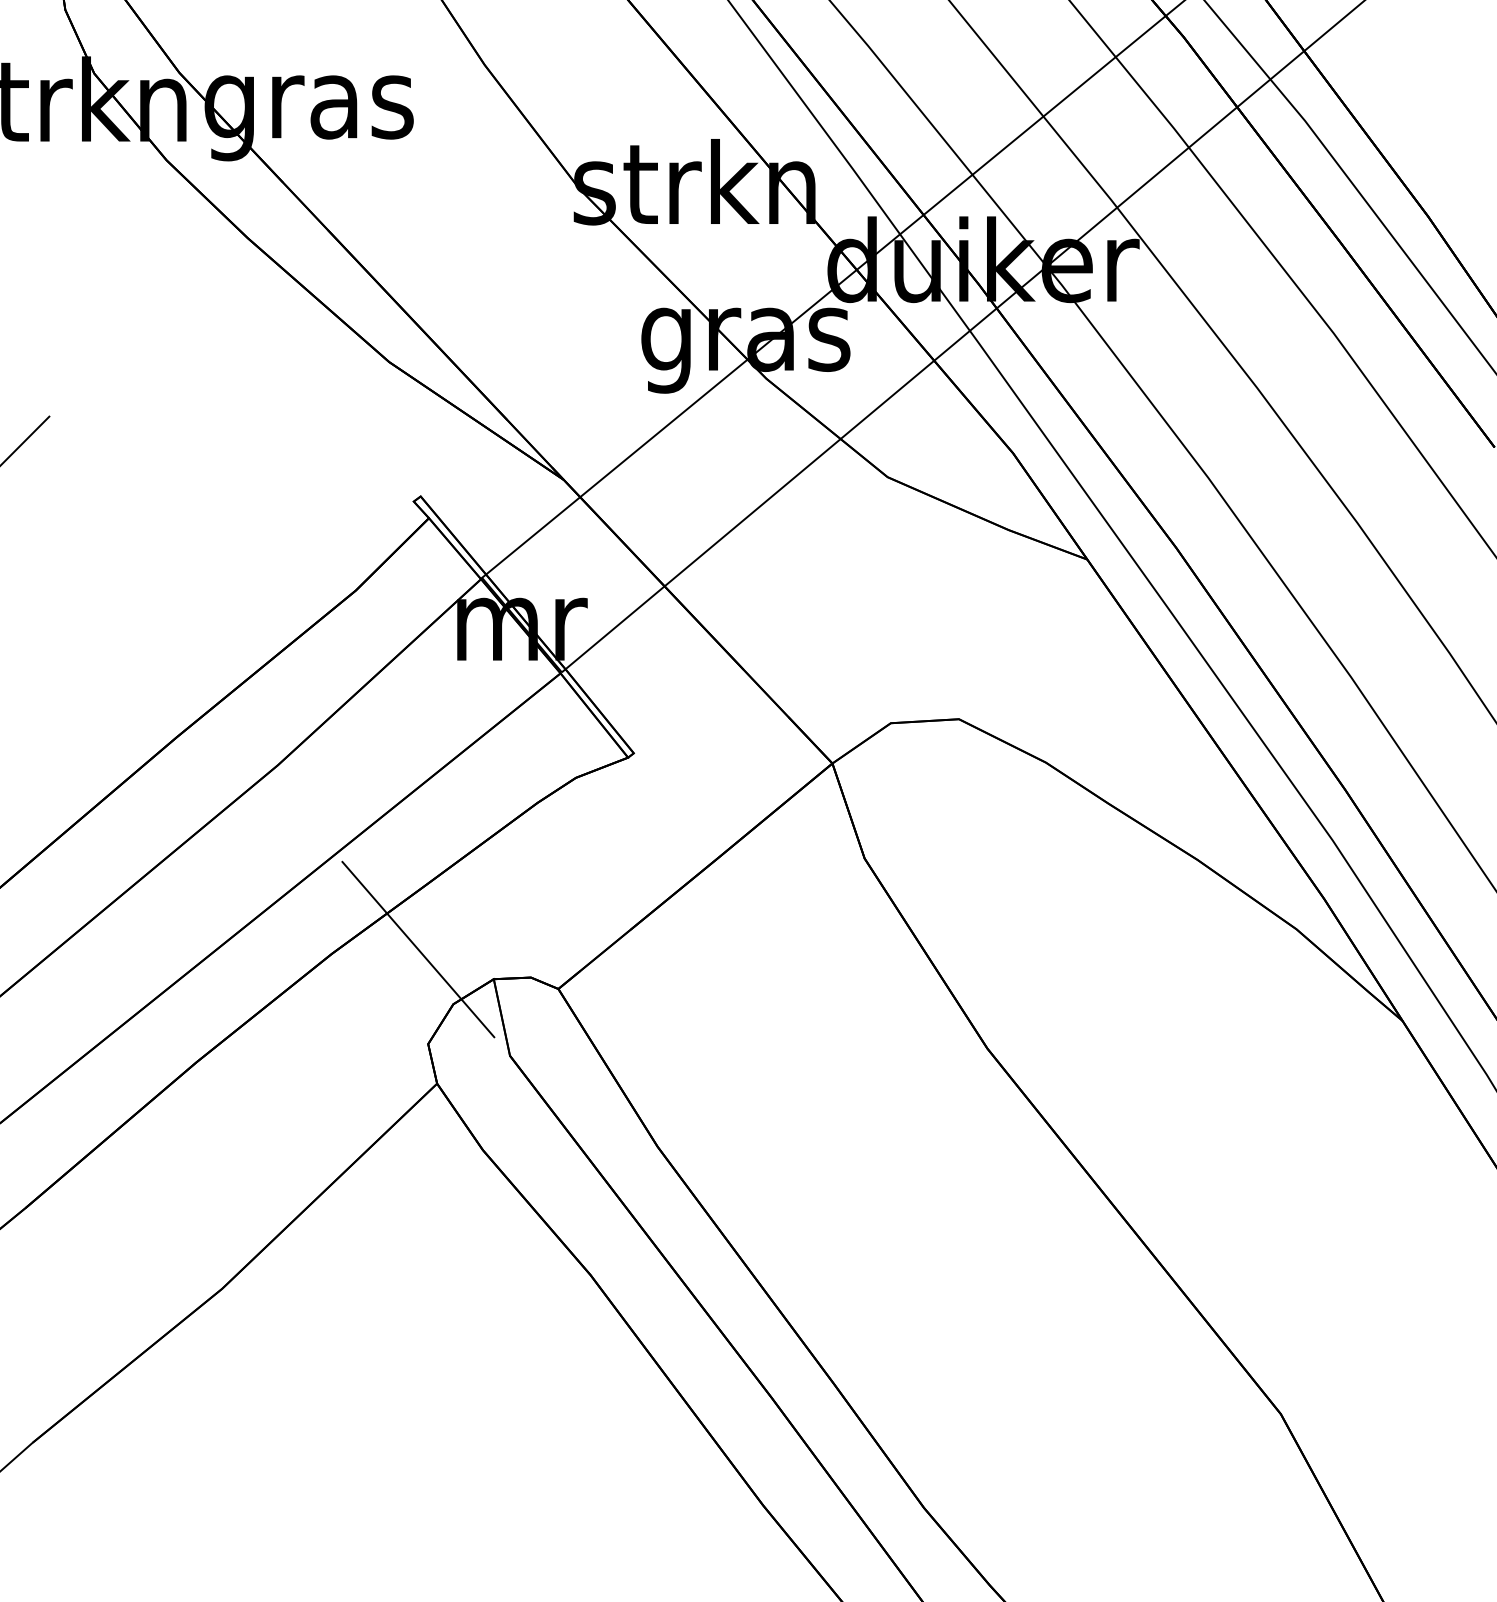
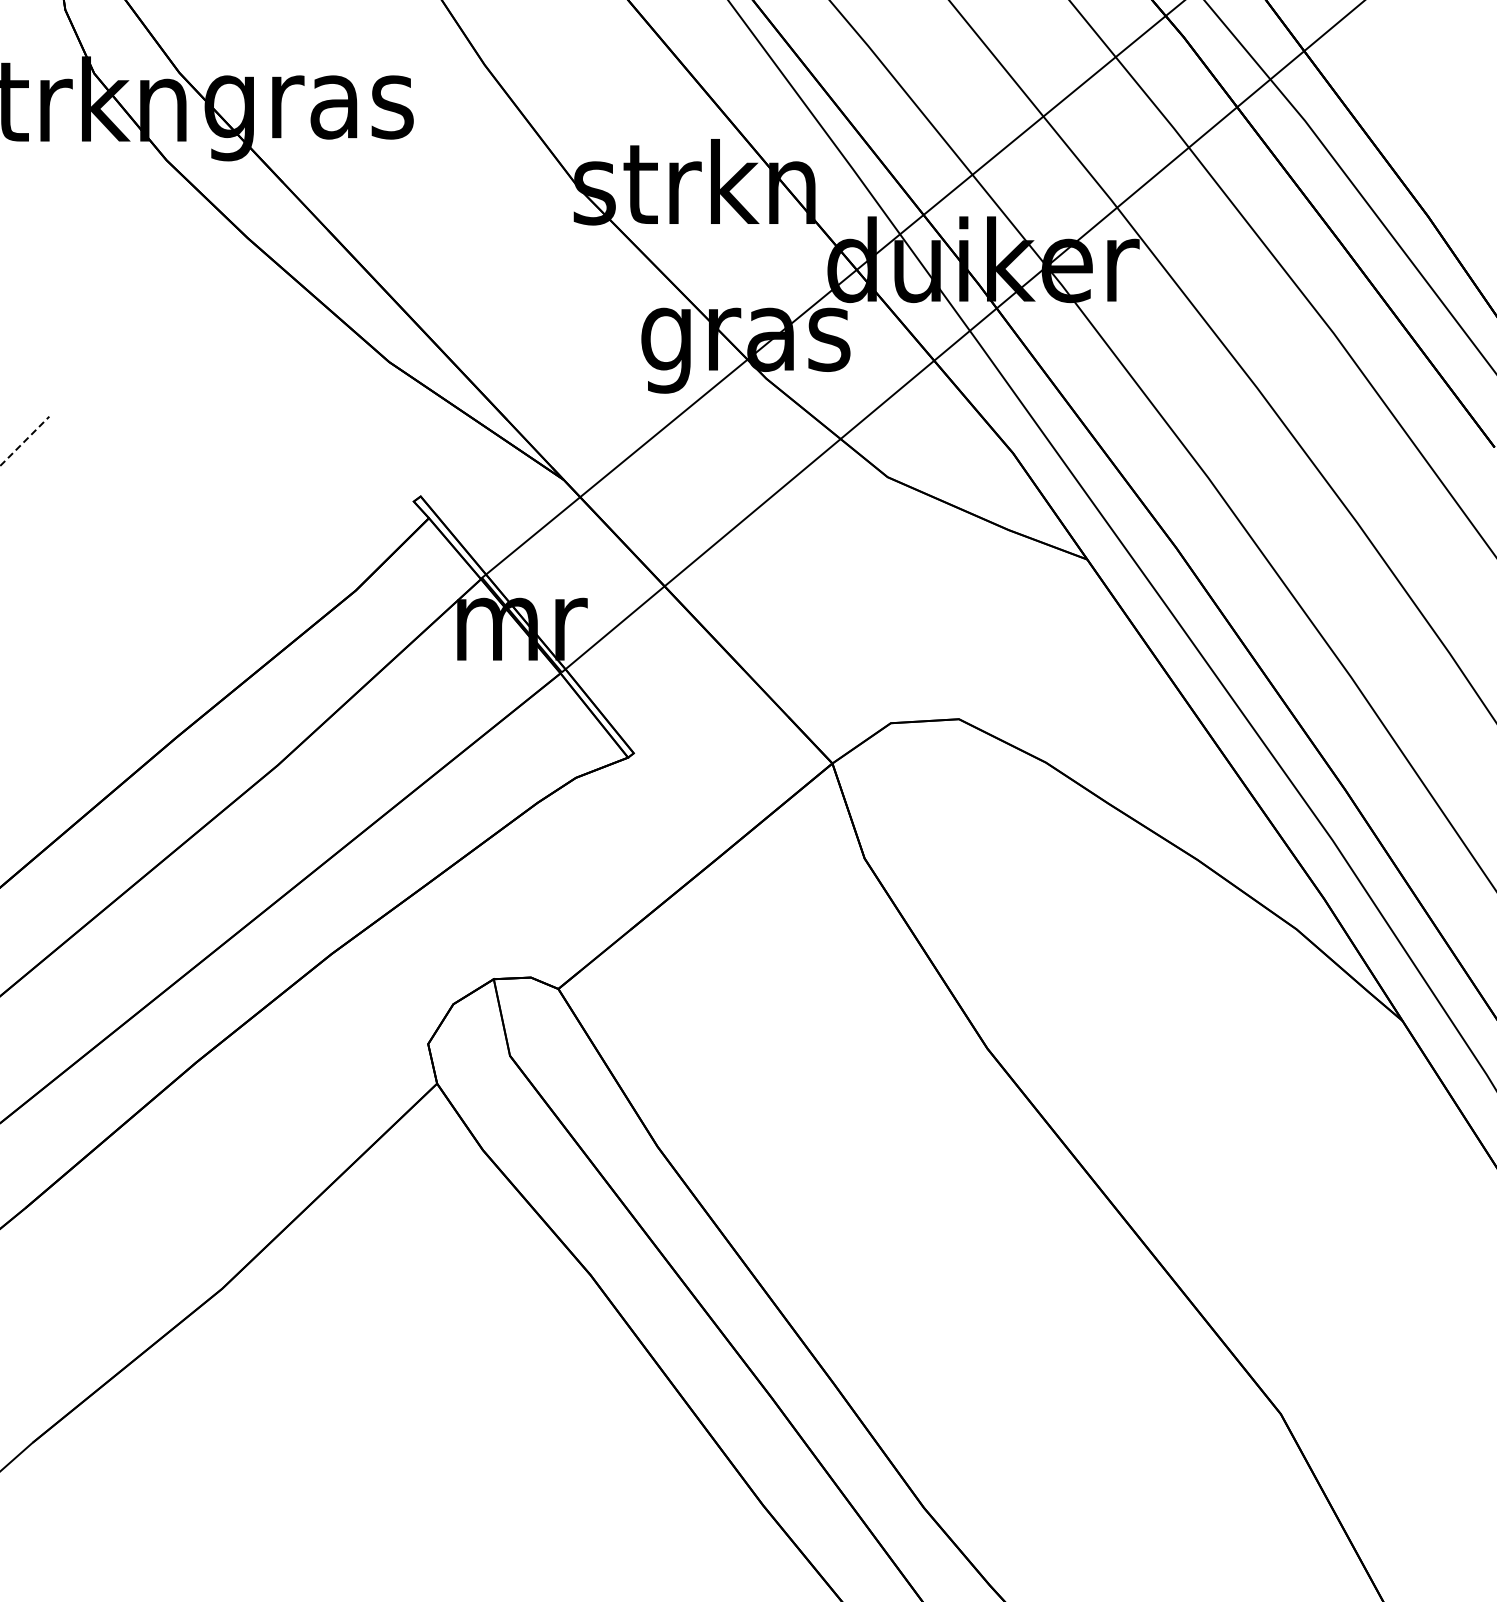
line at (24, 441): solid -> dashed
line at (418, 949): present -> none
